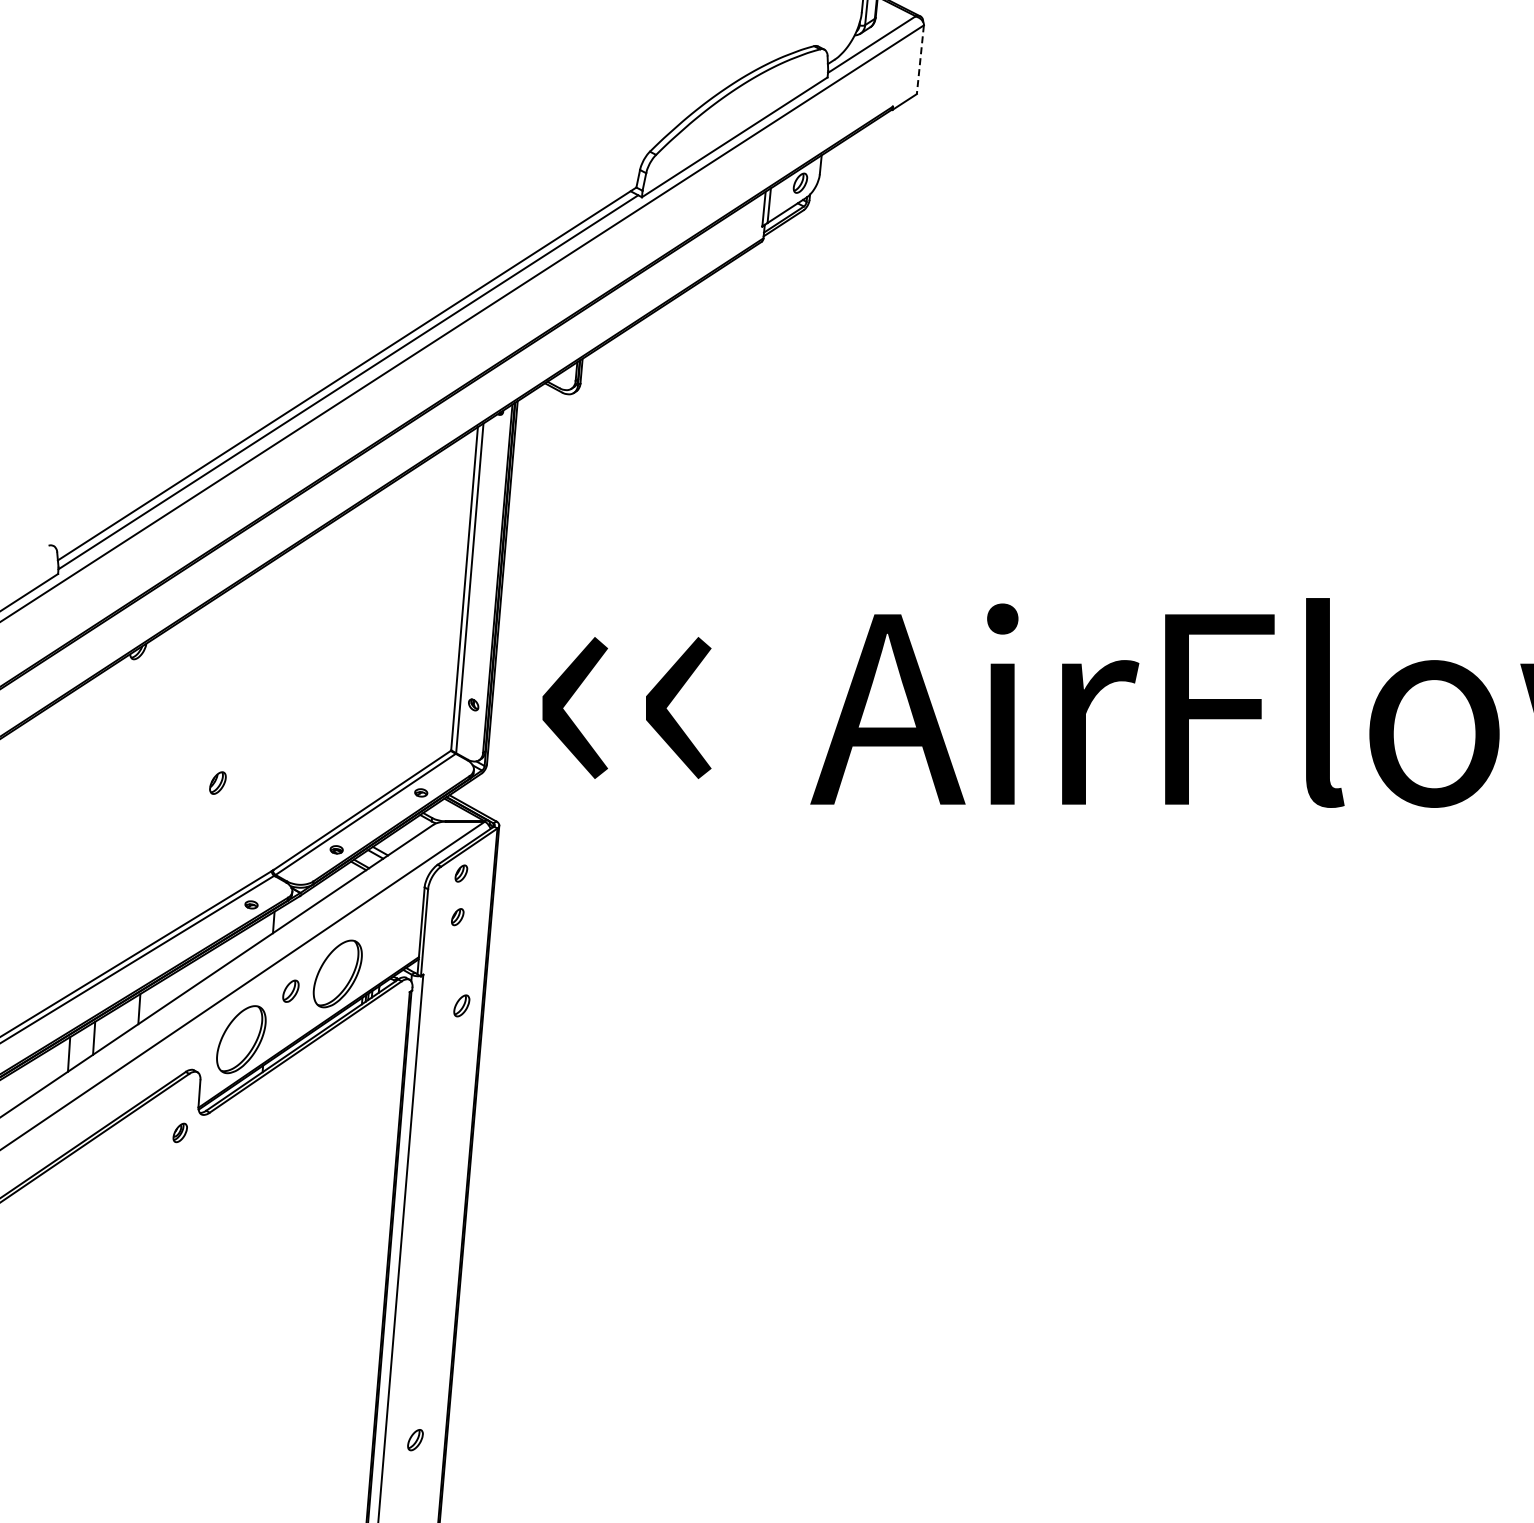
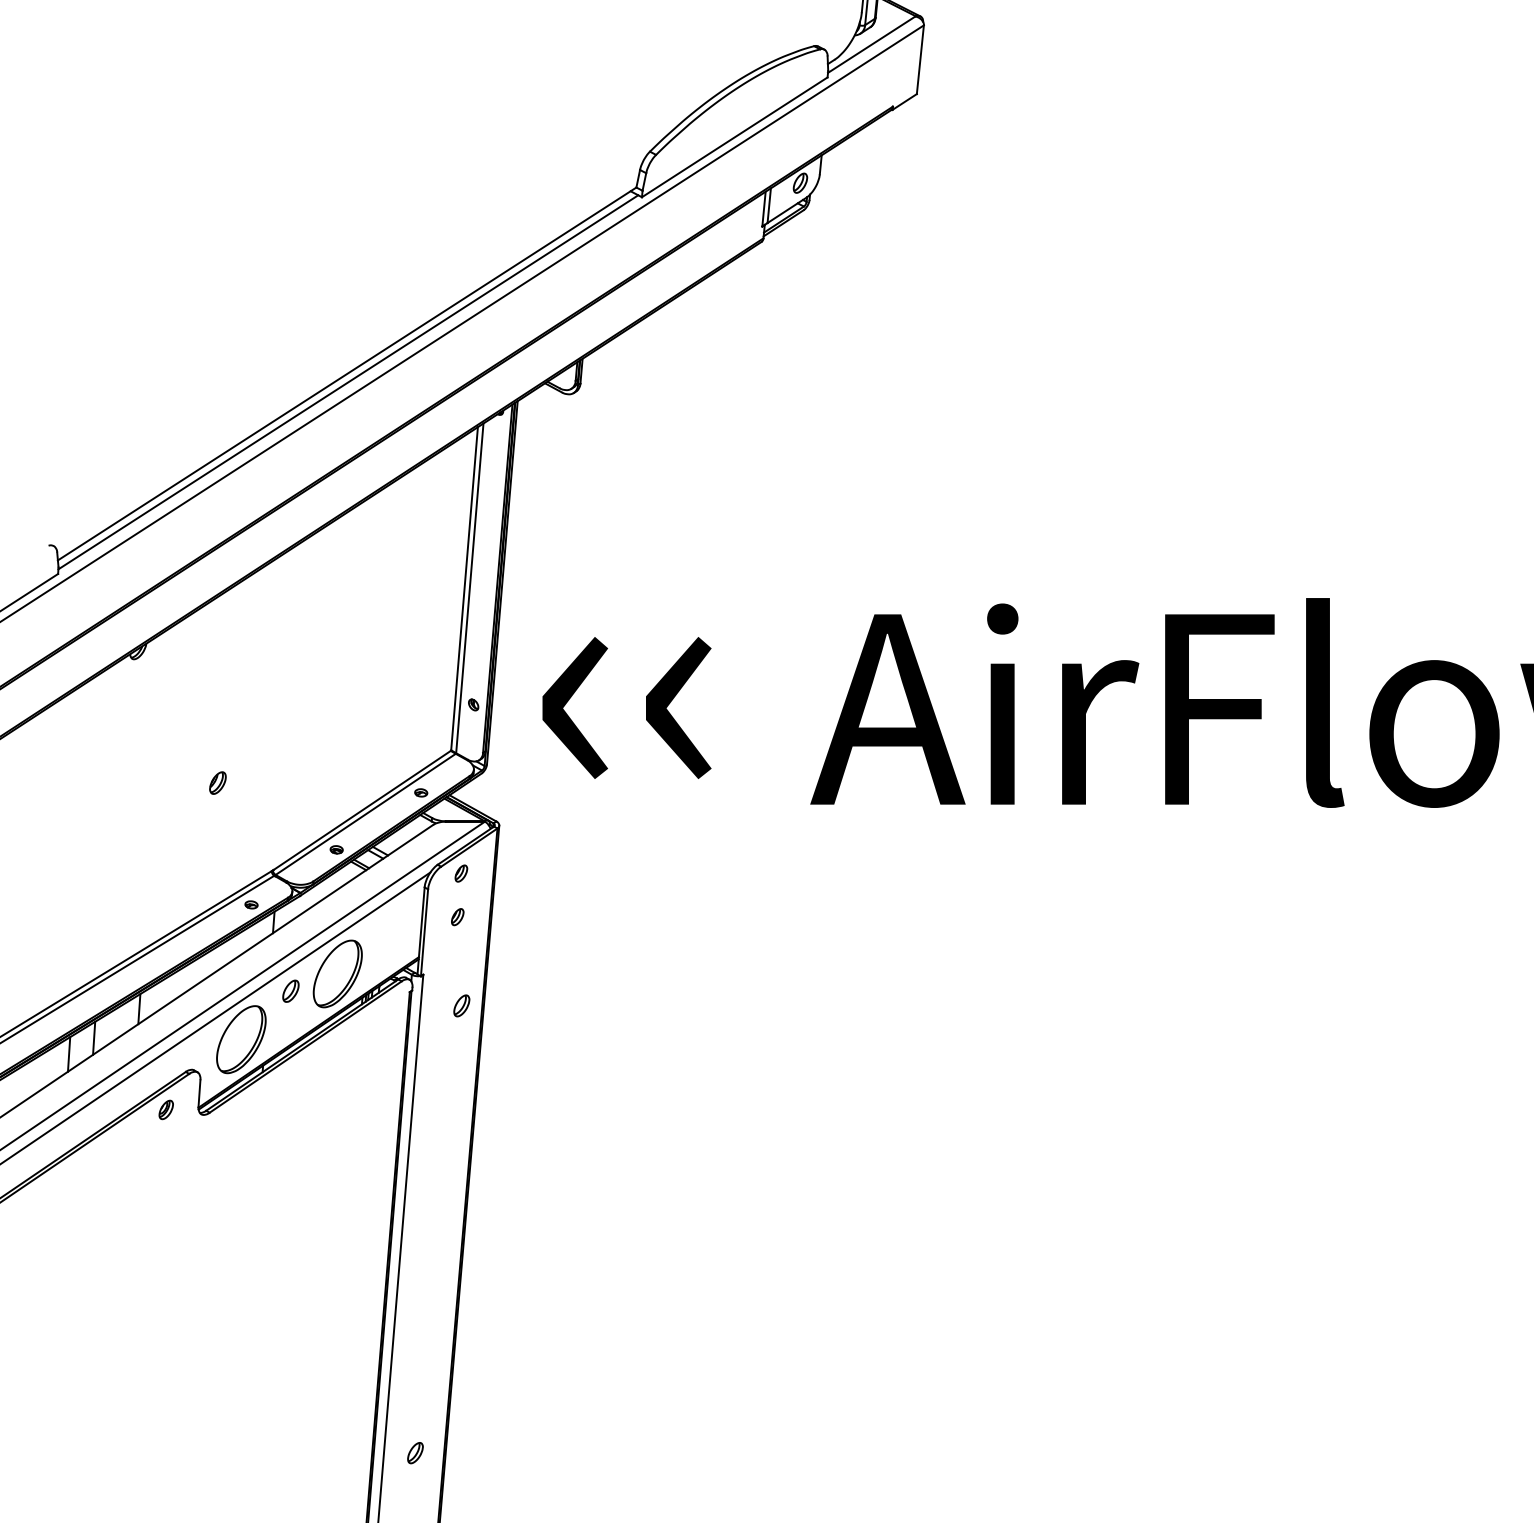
line at (920, 59): dashed -> solid
line at (216, 1017): none -> present
part at (179, 1132) position: (179, 1132) -> (165, 1109)
part at (415, 1440) position: (415, 1440) -> (415, 1453)
